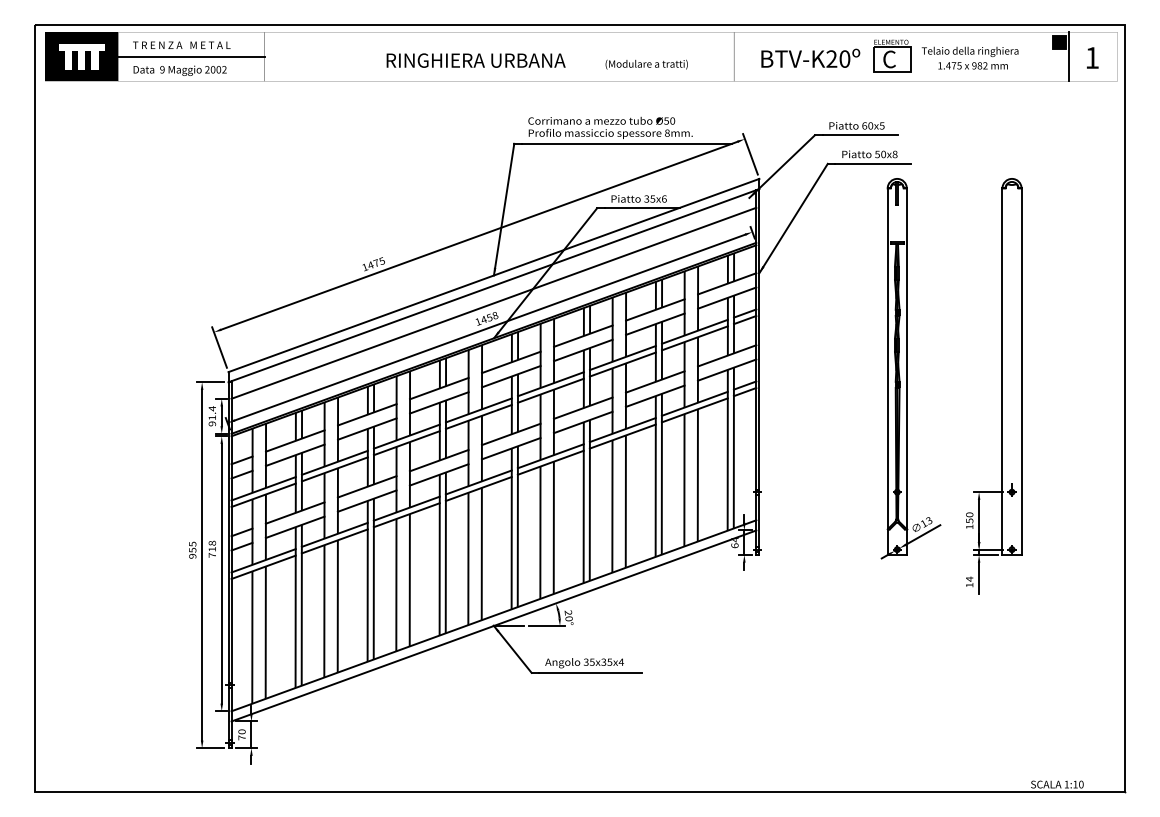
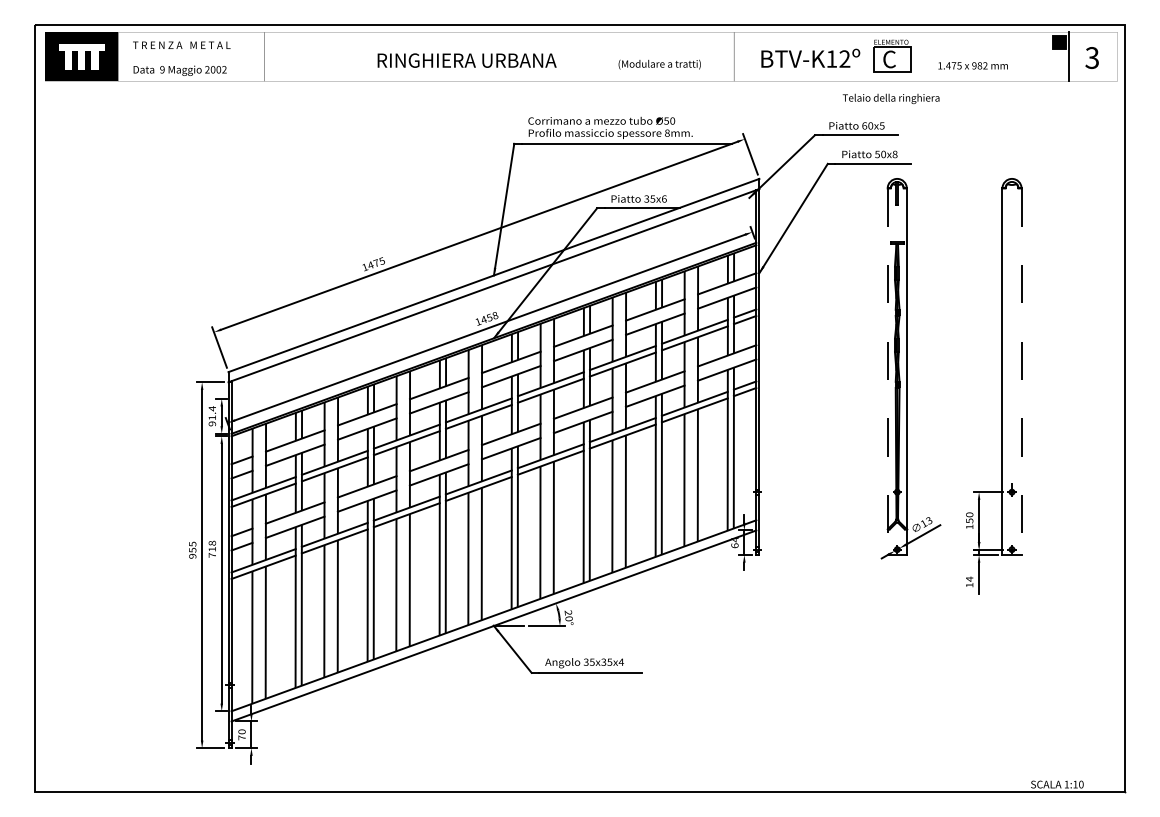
text at (969, 51) position: (969, 51) -> (890, 98)
line at (191, 56): present -> none
text at (1091, 57): 1 -> 3
text at (838, 58): BTV-K20º -> BTV-K12º
text at (475, 60) position: (475, 60) -> (466, 60)
text at (646, 64) position: (646, 64) -> (659, 64)
line at (493, 302): present -> none
line at (887, 372): solid -> dashed
line at (1021, 372): solid -> dashed
